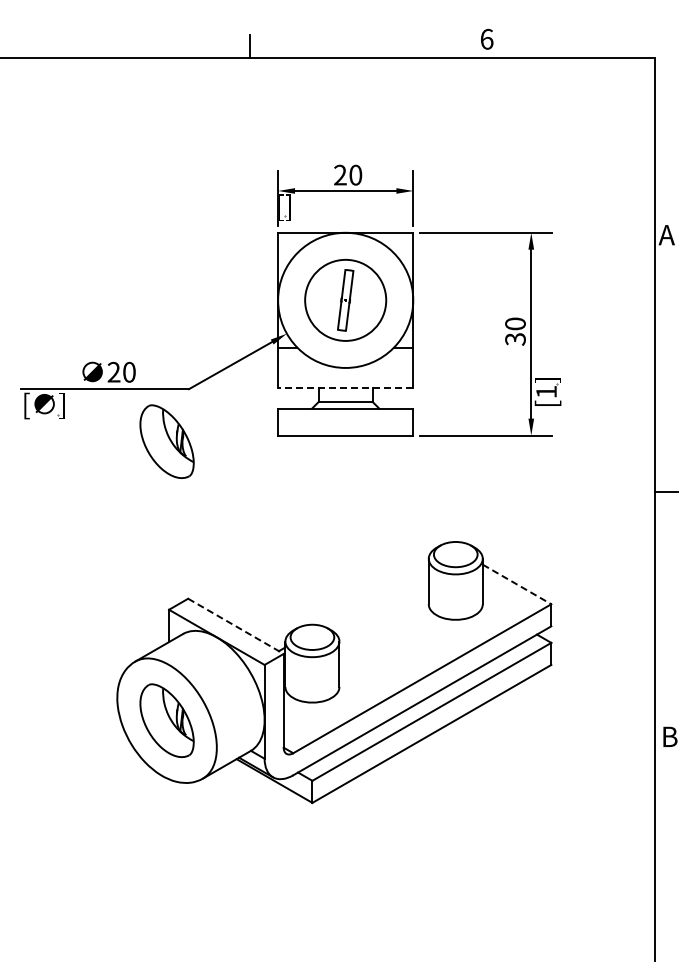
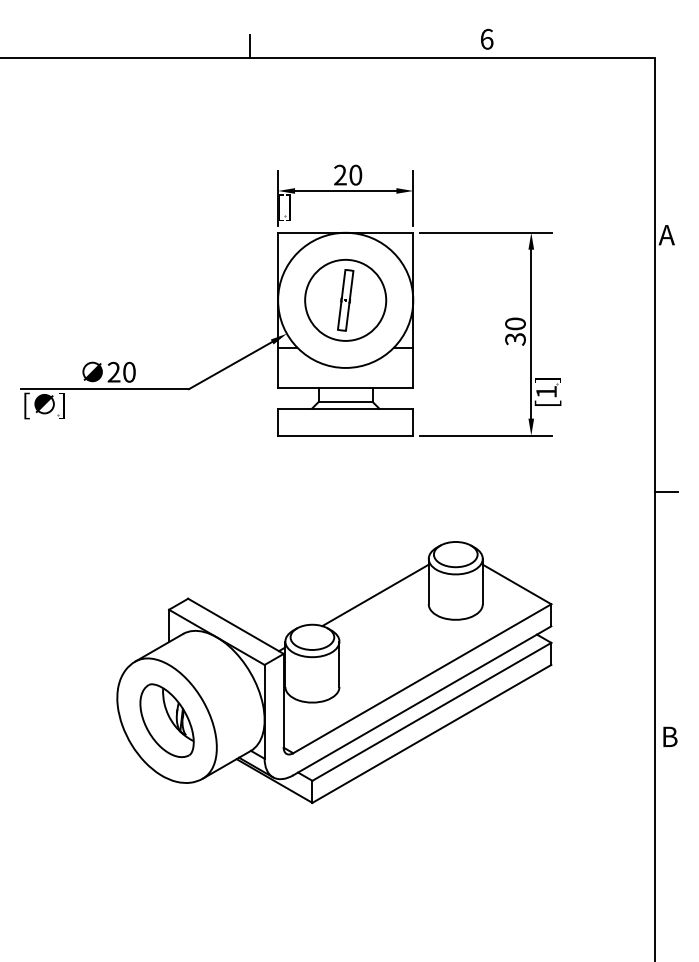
line at (345, 388): dashed -> solid
part at (166, 441): present -> none
line at (517, 584): dashed -> solid
line at (375, 595): none -> present
line at (236, 626): dashed -> solid
